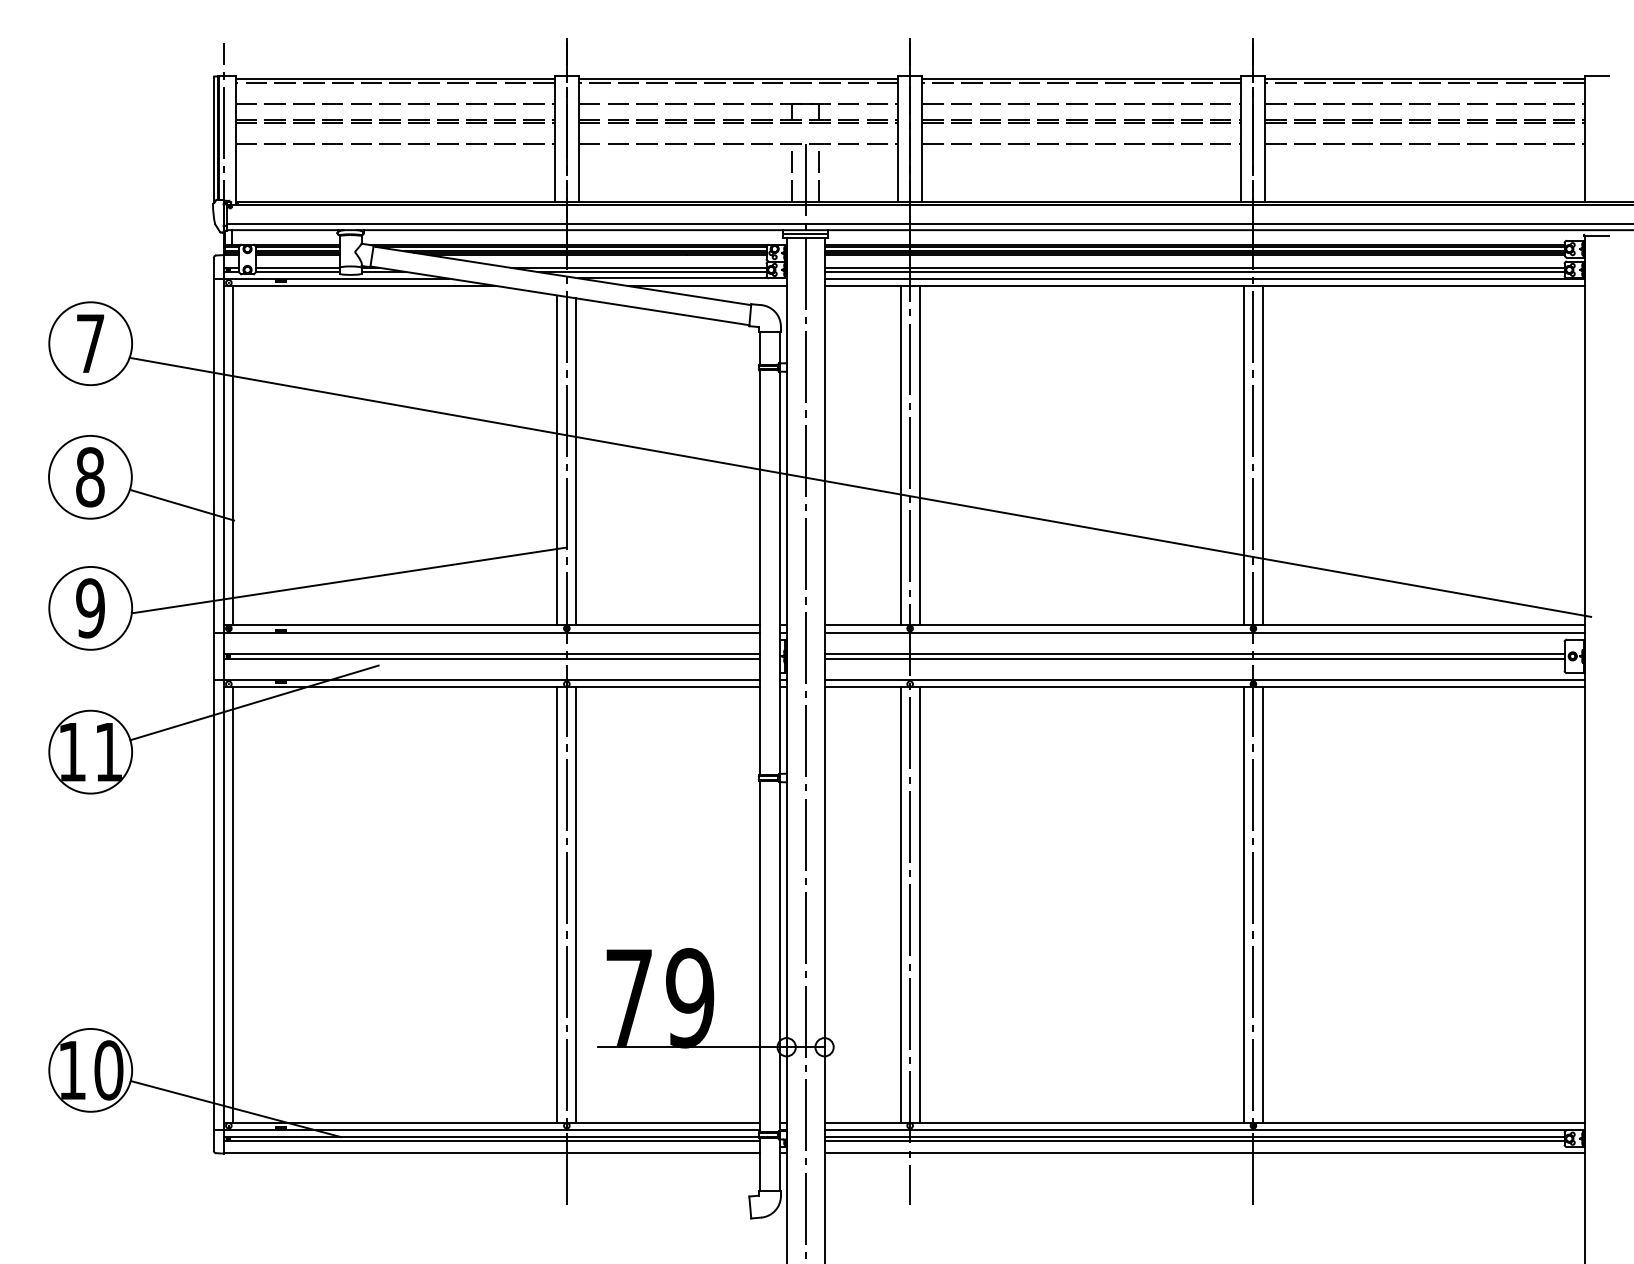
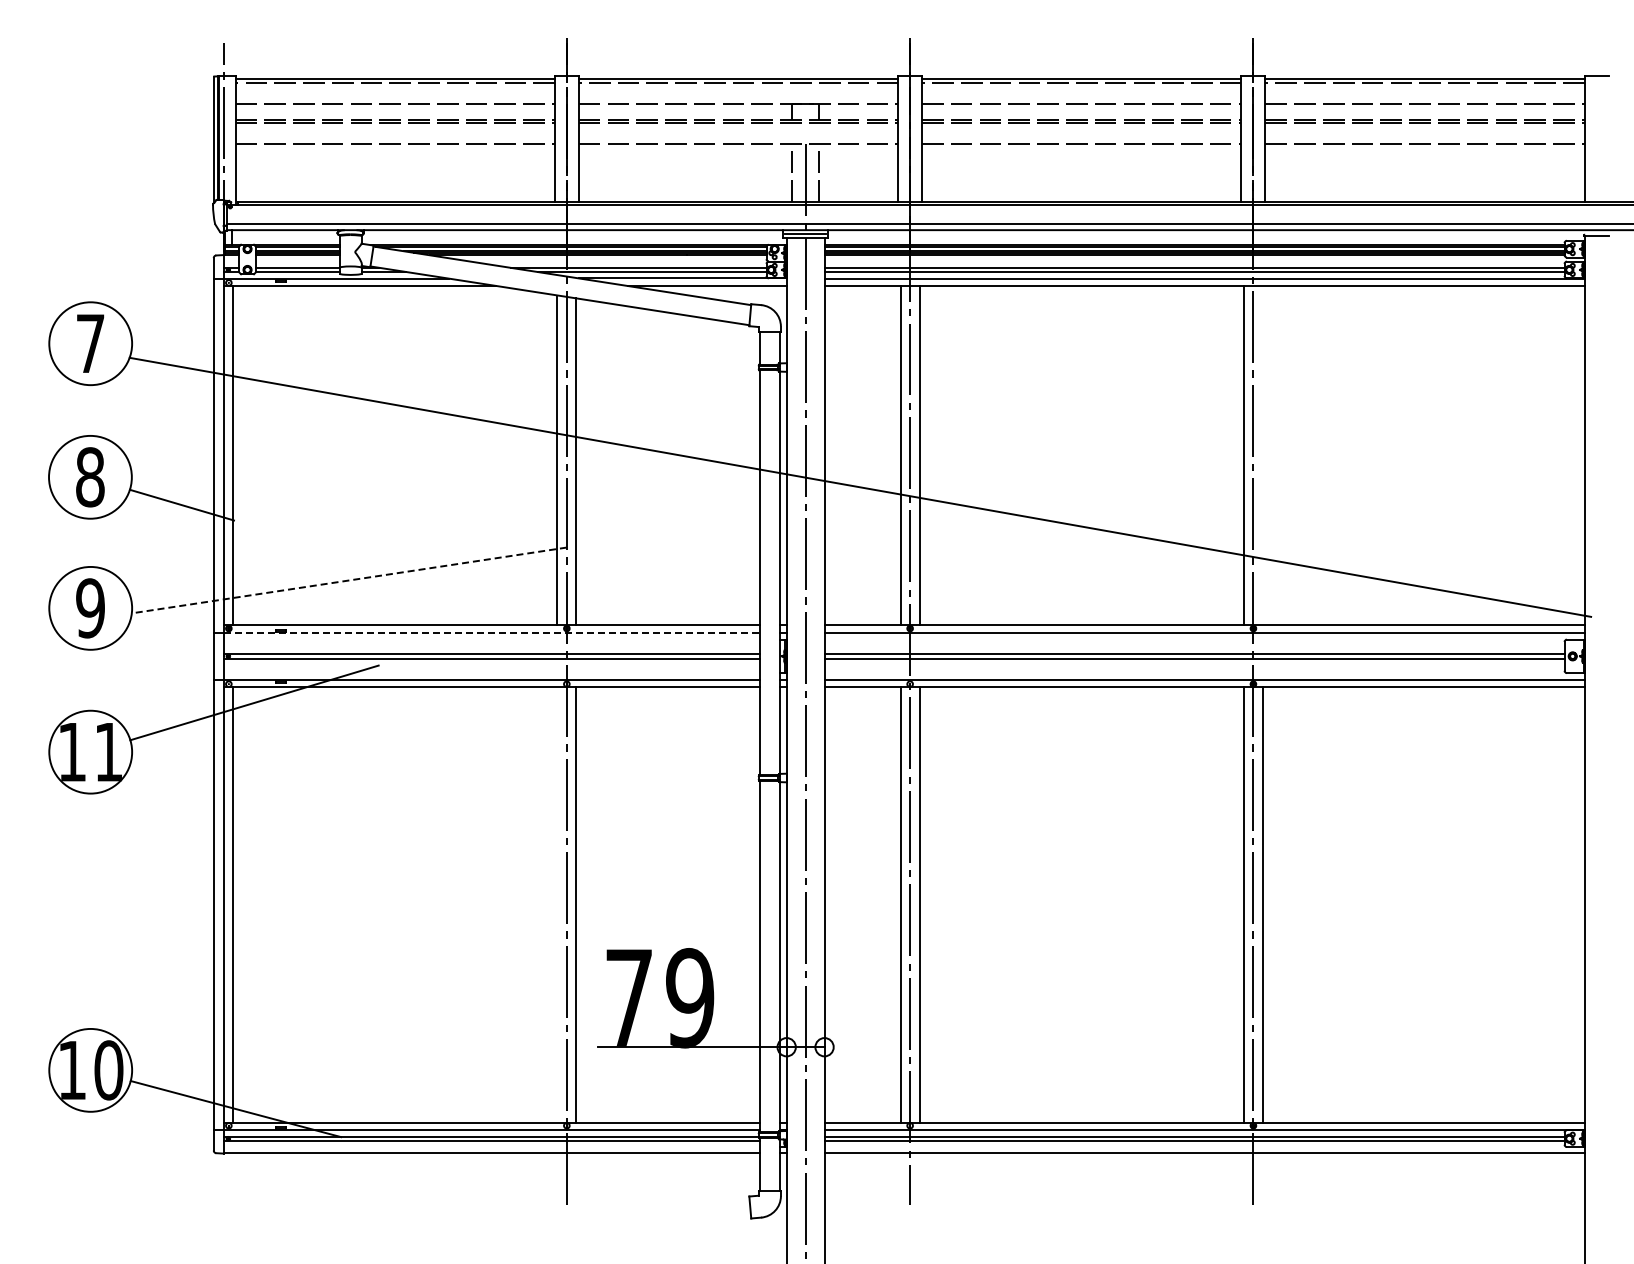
line at (1263, 455): present -> none
line at (349, 580): solid -> dashed
line at (492, 632): solid -> dashed
line at (557, 904): present -> none
